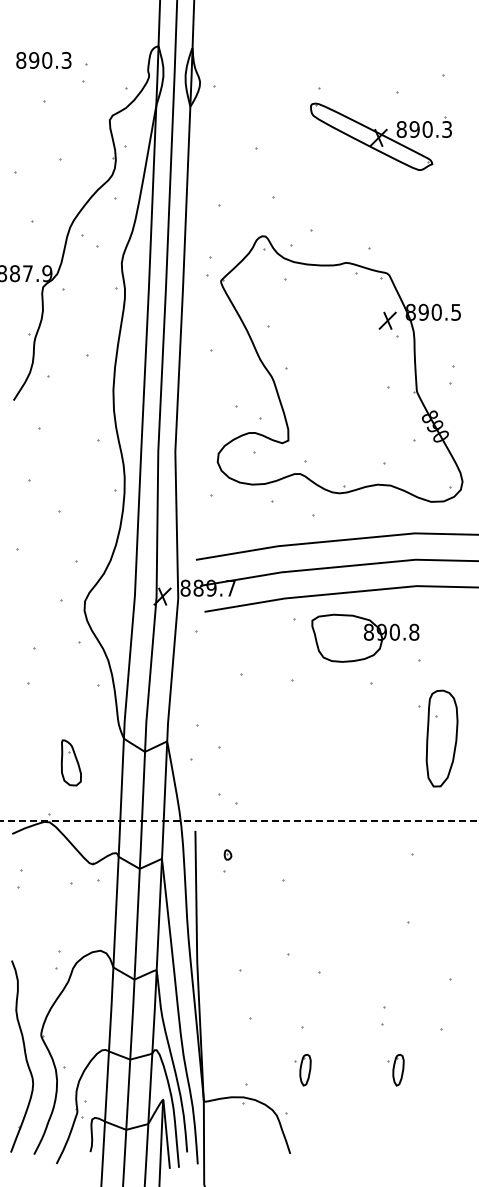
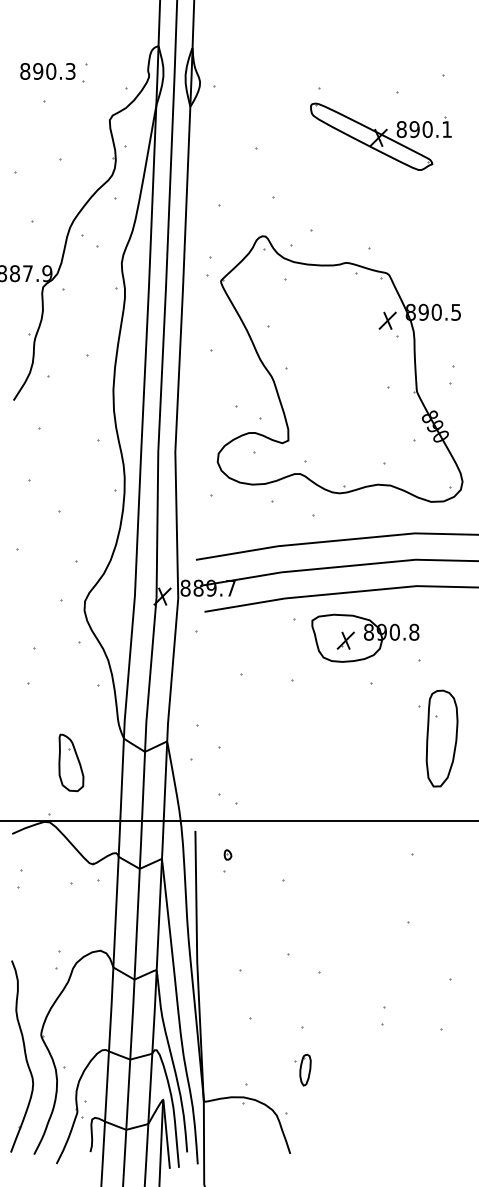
text at (43, 60) position: (43, 60) -> (47, 71)
text at (446, 129): 890.3 -> 890.1
part at (345, 640): none -> present
part at (70, 762) size: 22x48 px -> 27x60 px
line at (239, 820): dashed -> solid
part at (395, 1069): present -> none
